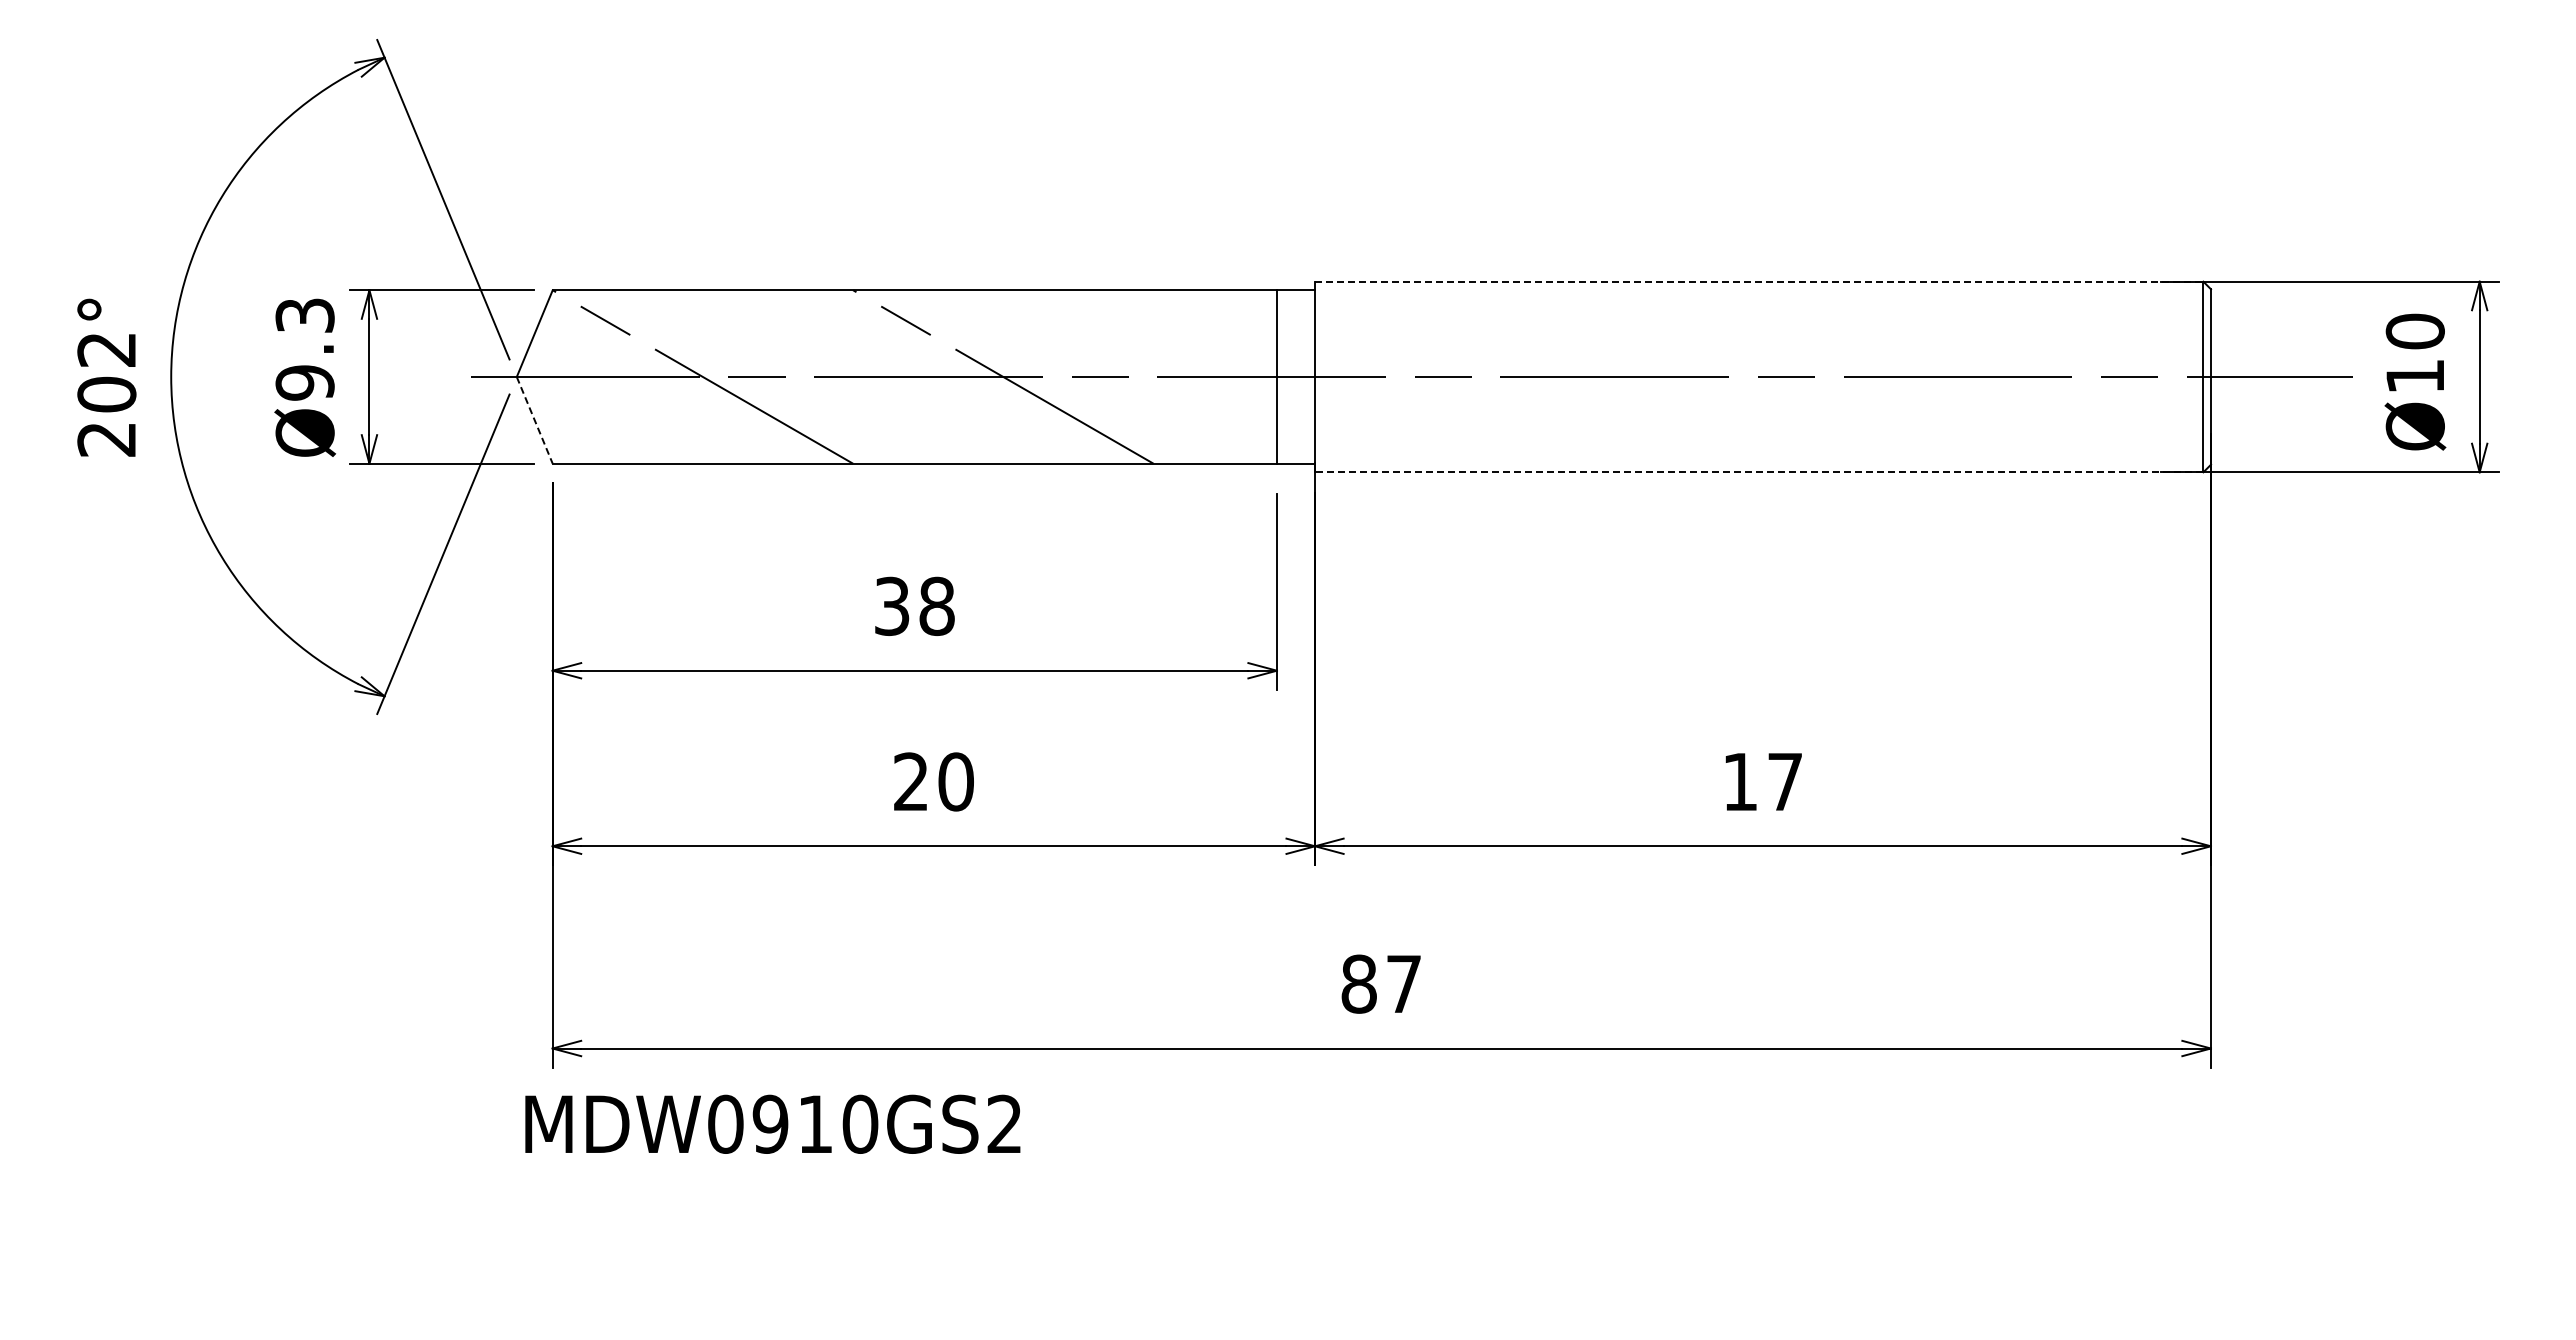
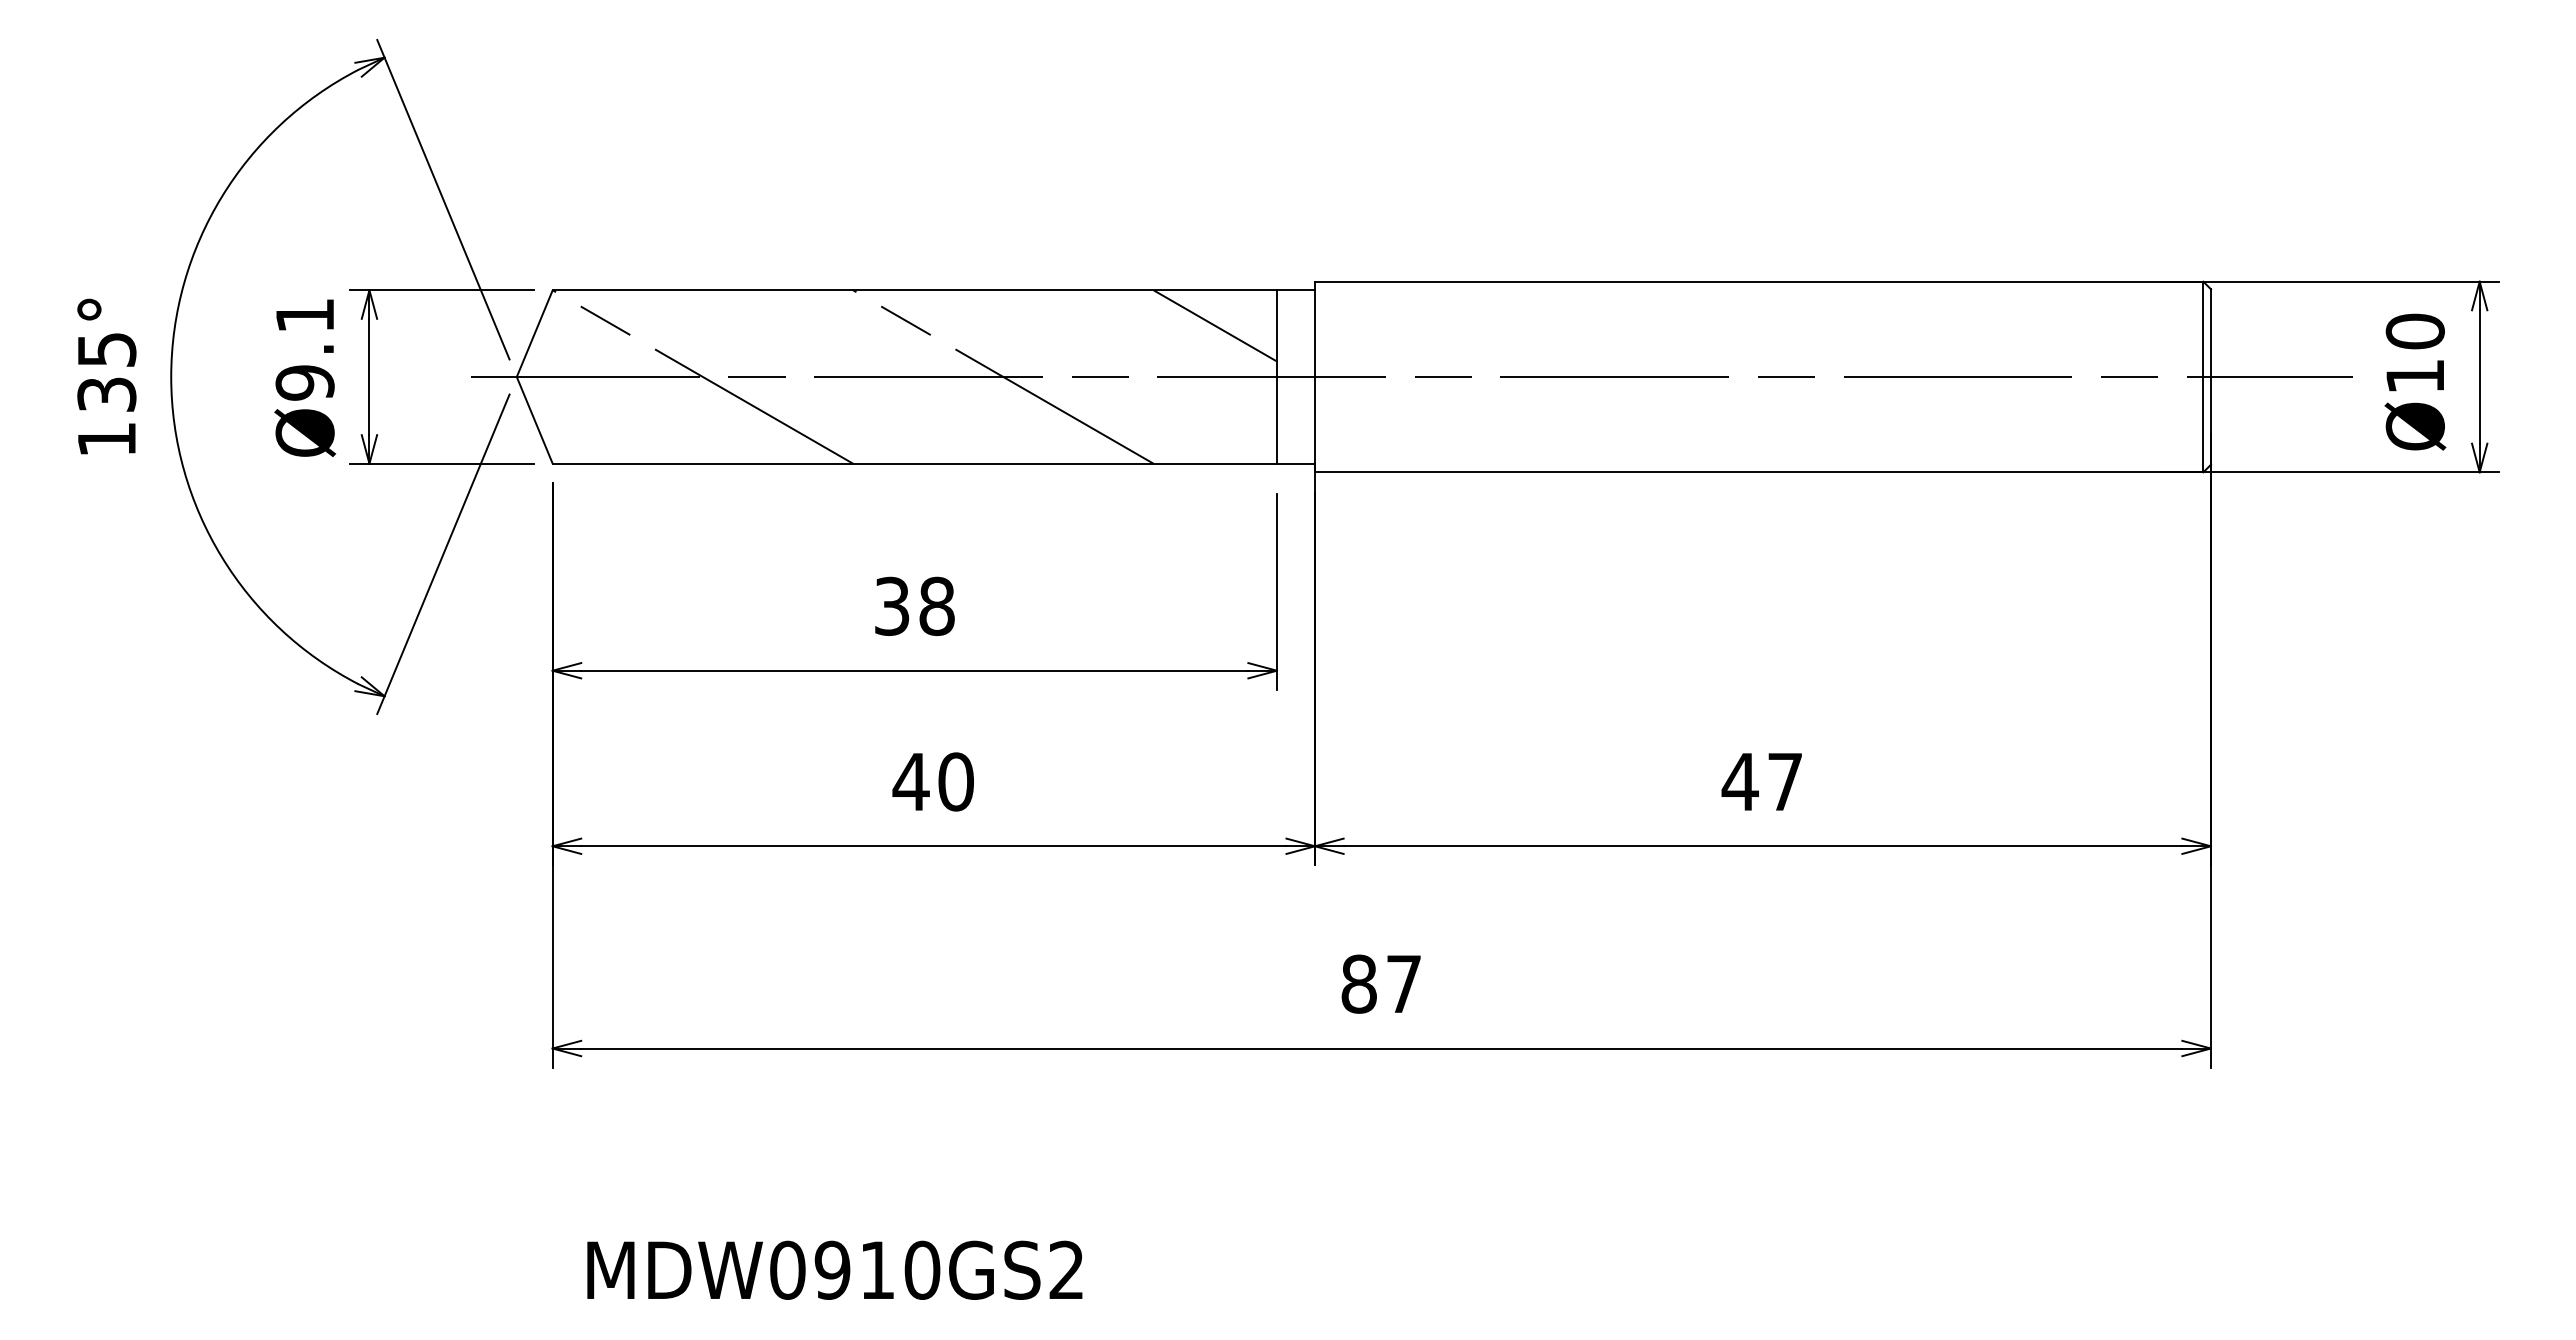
line at (1759, 281): dashed -> solid
text at (304, 315): Ø9.3 -> Ø9.1
line at (1215, 325): none -> present
text at (106, 394): 202° -> 135°
line at (534, 420): dashed -> solid
line at (1758, 472): dashed -> solid
text at (910, 781): 20 -> 40
text at (1739, 781): 17 -> 47
text at (772, 1123) position: (772, 1123) -> (834, 1269)
